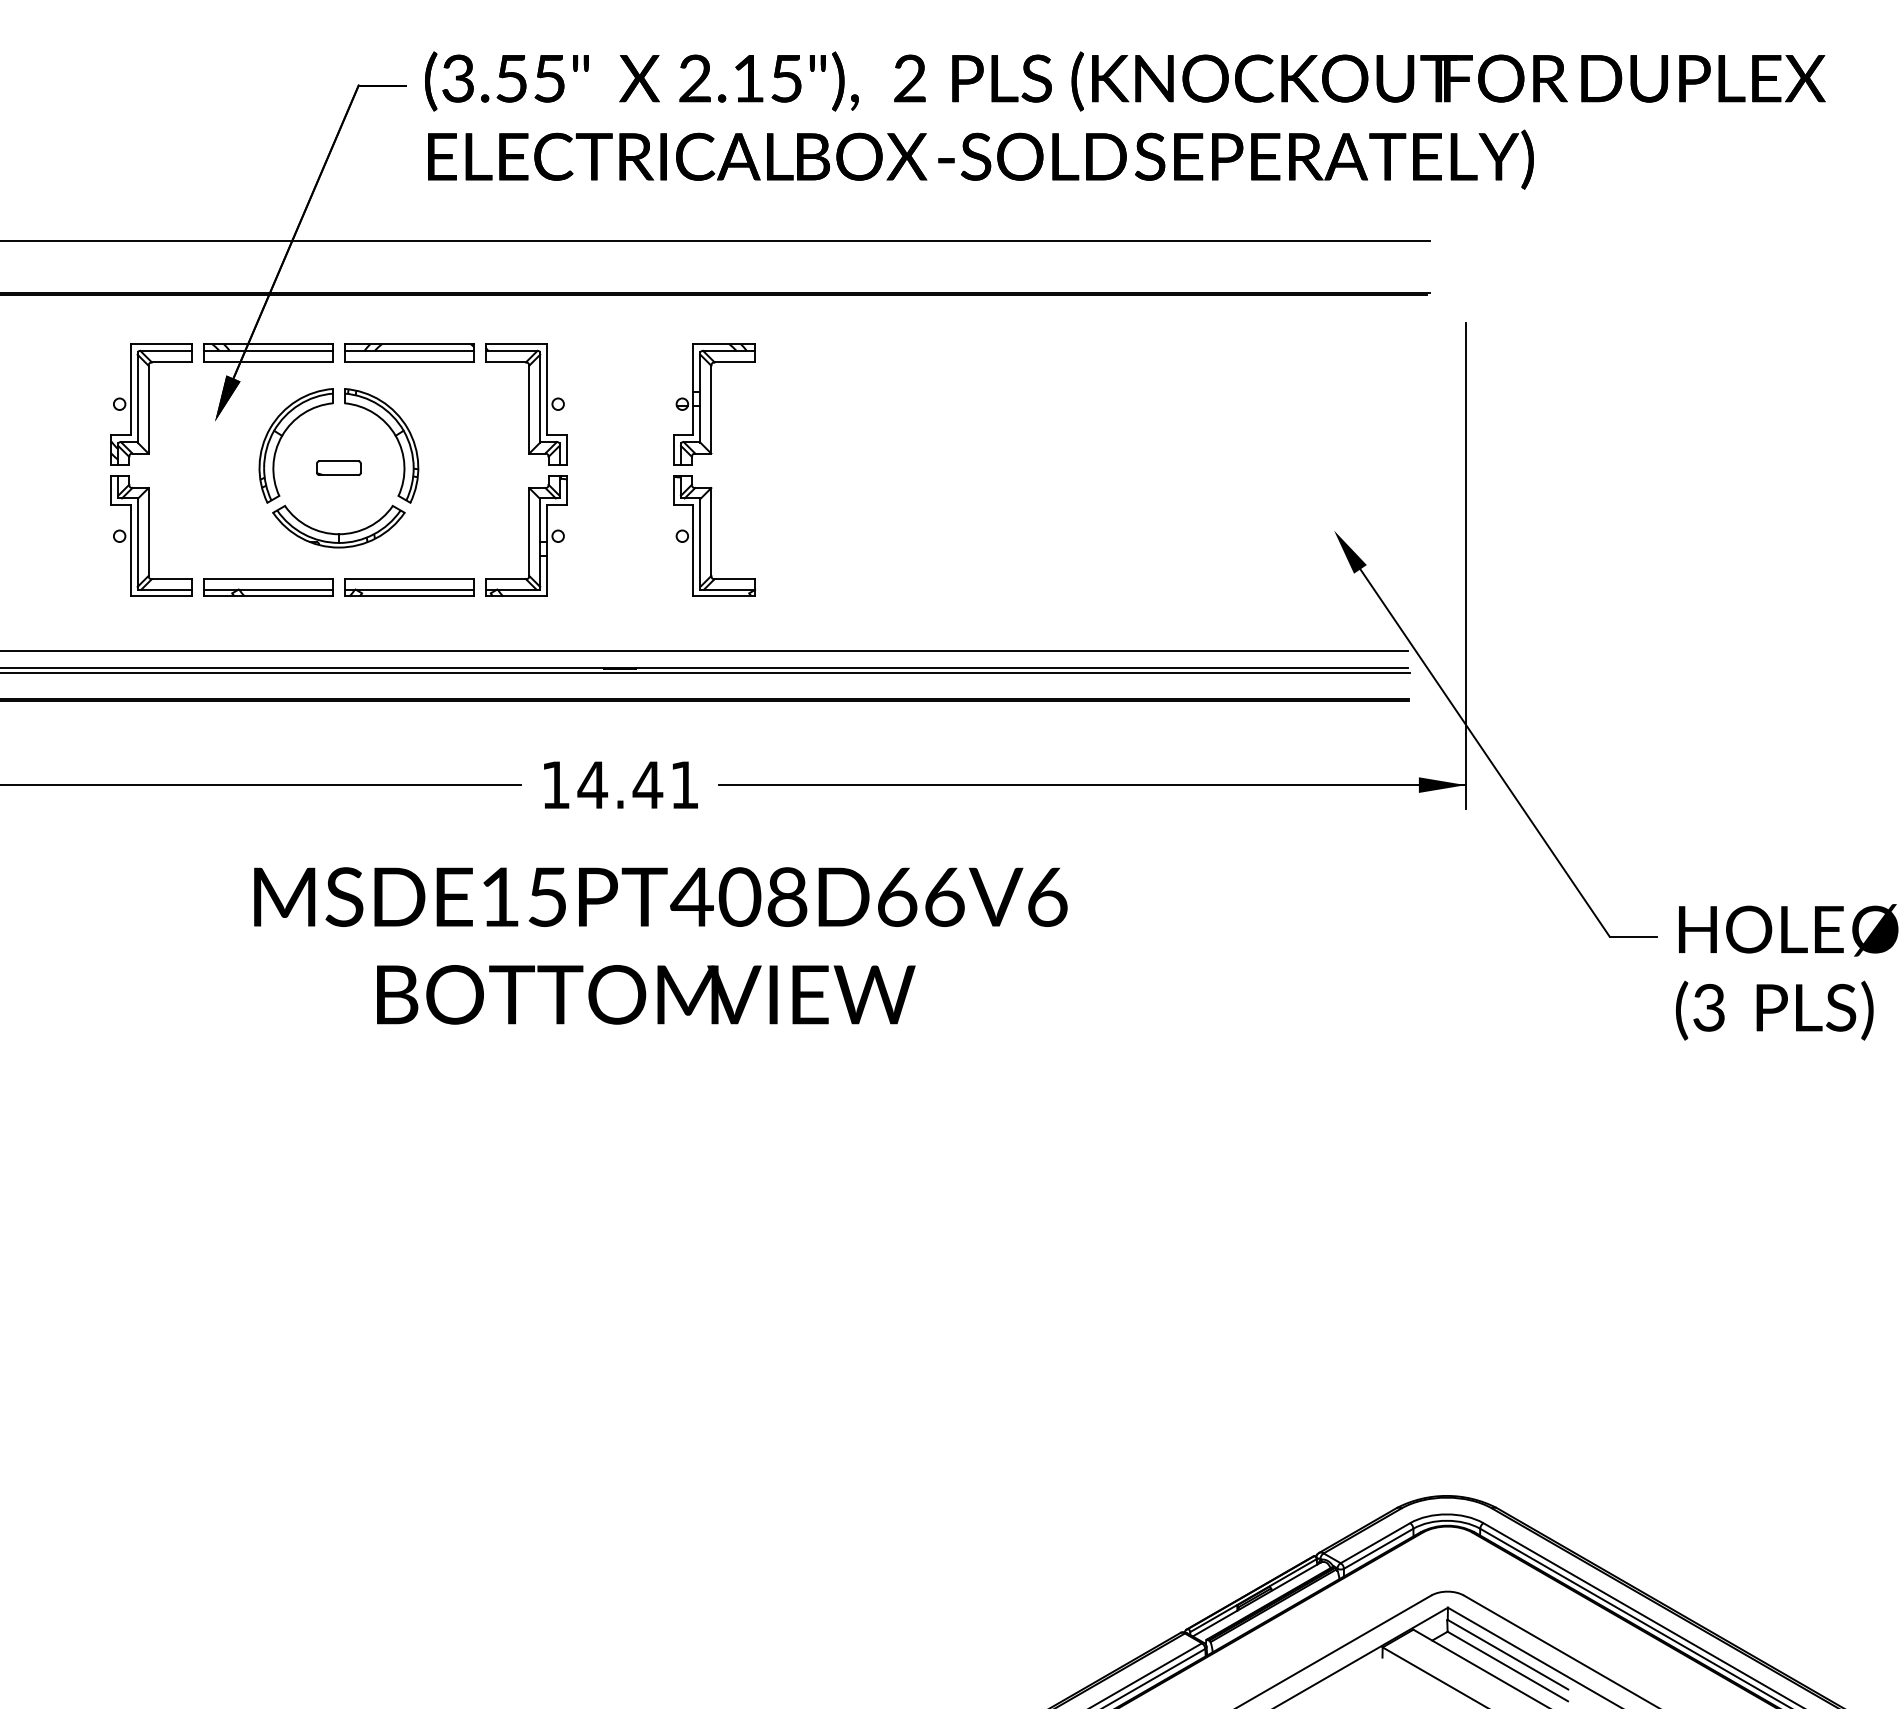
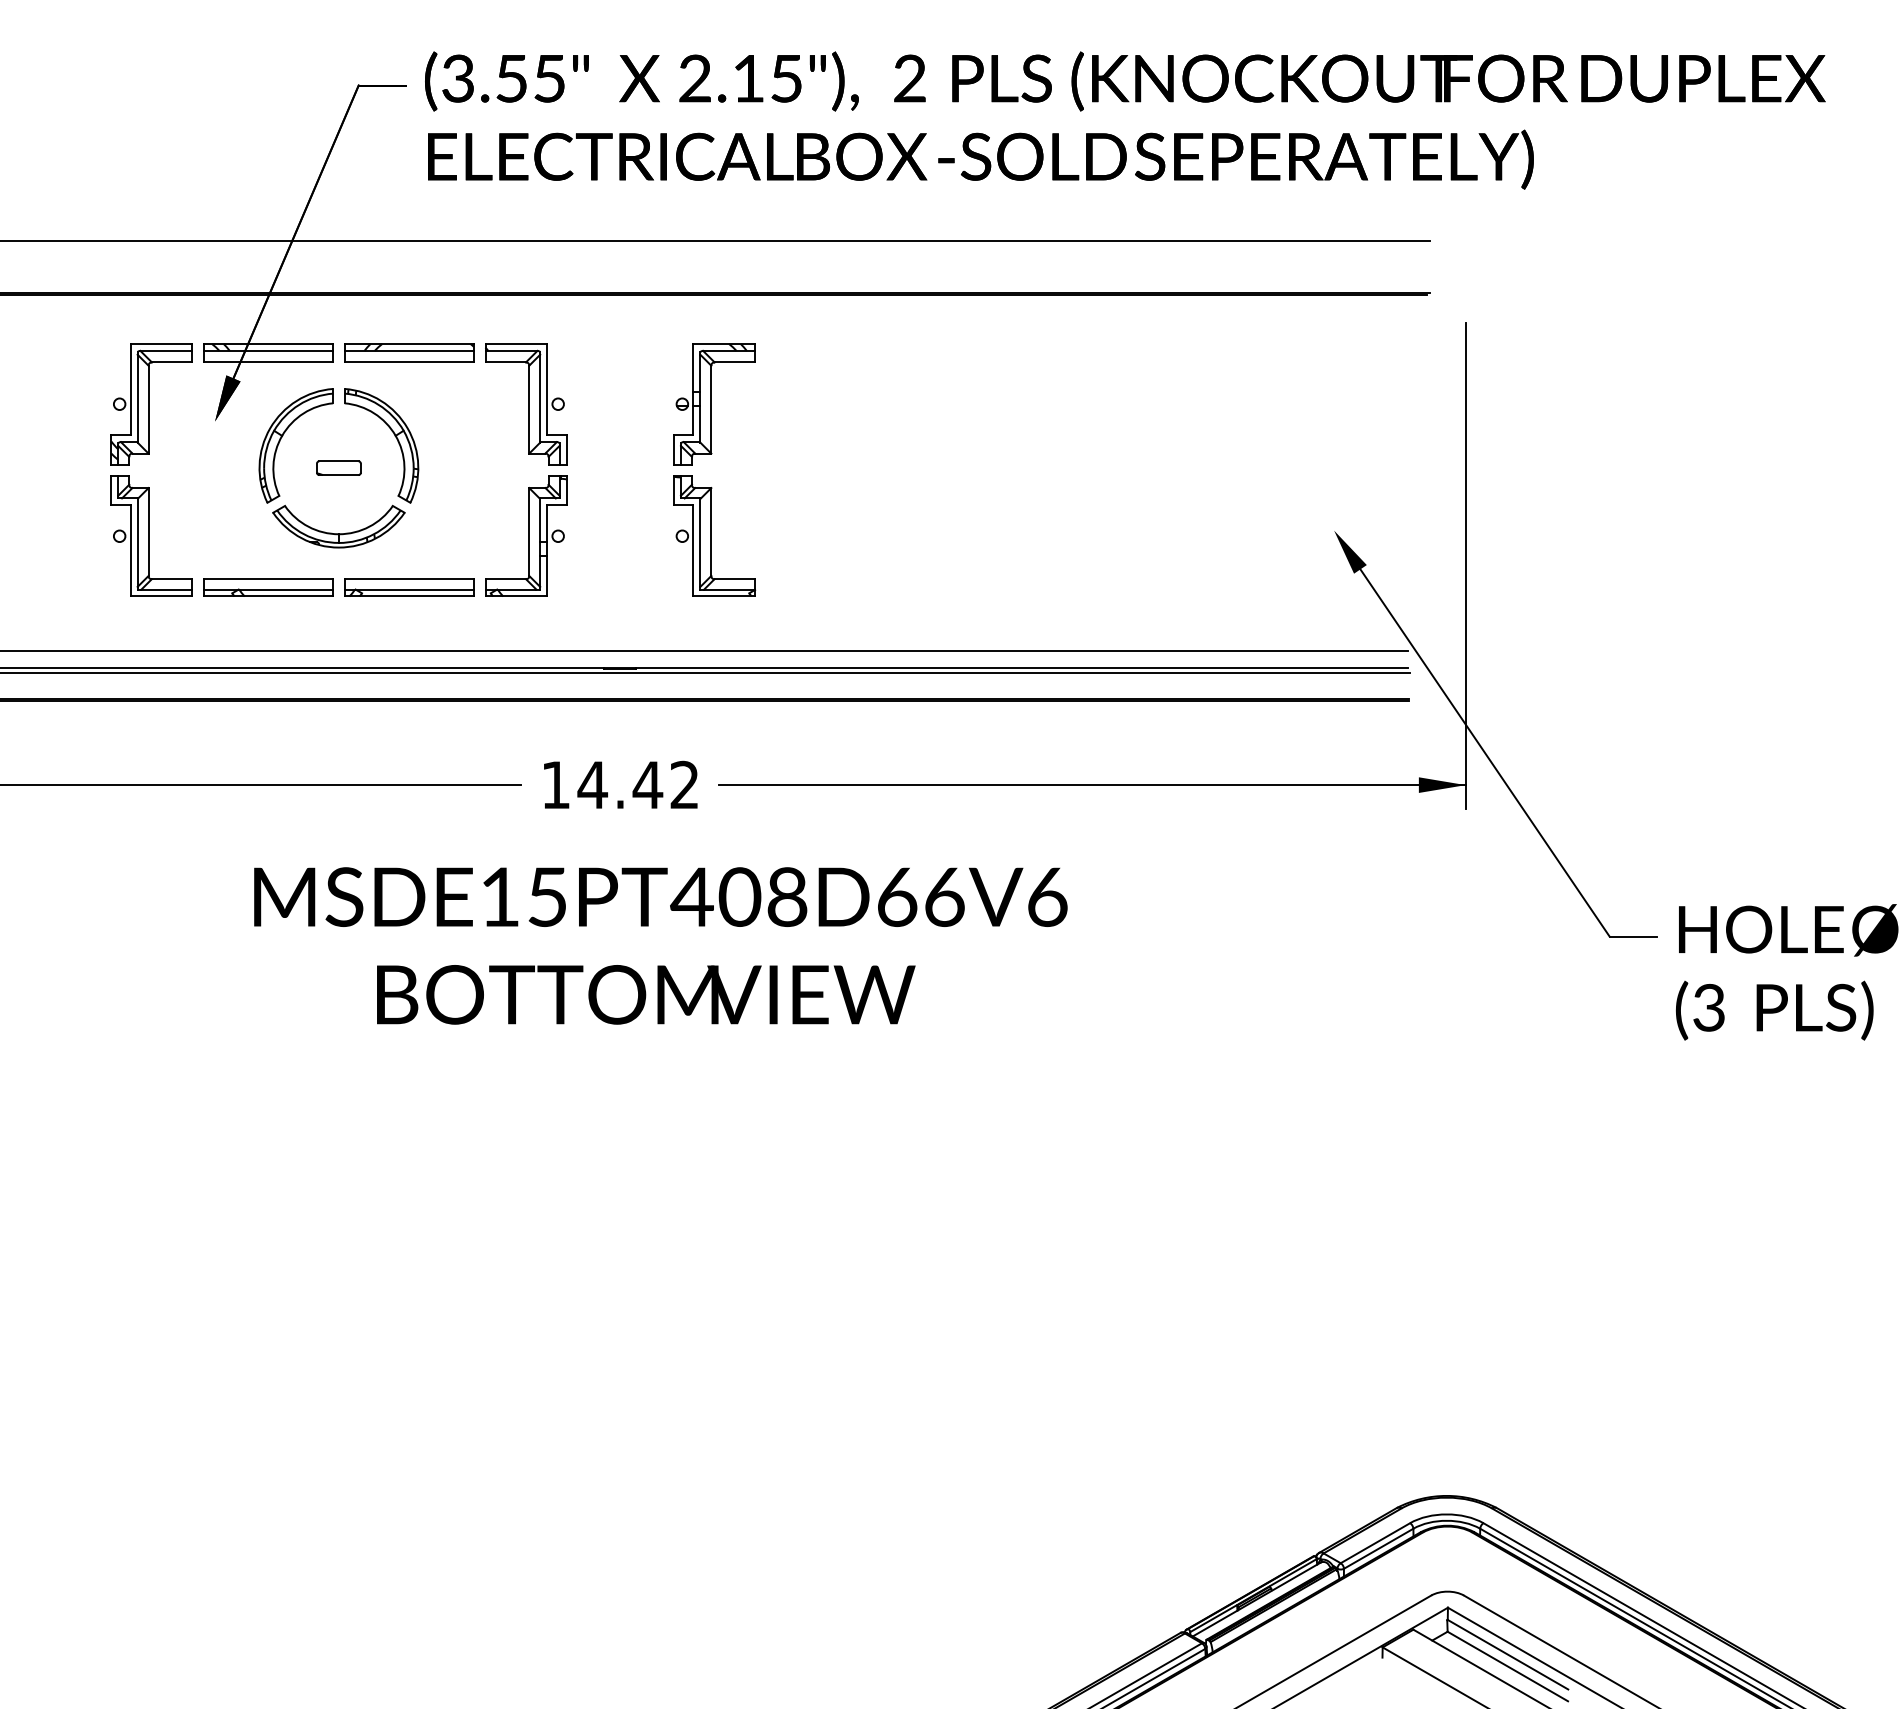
text at (683, 784): 14.41 -> 14.42
